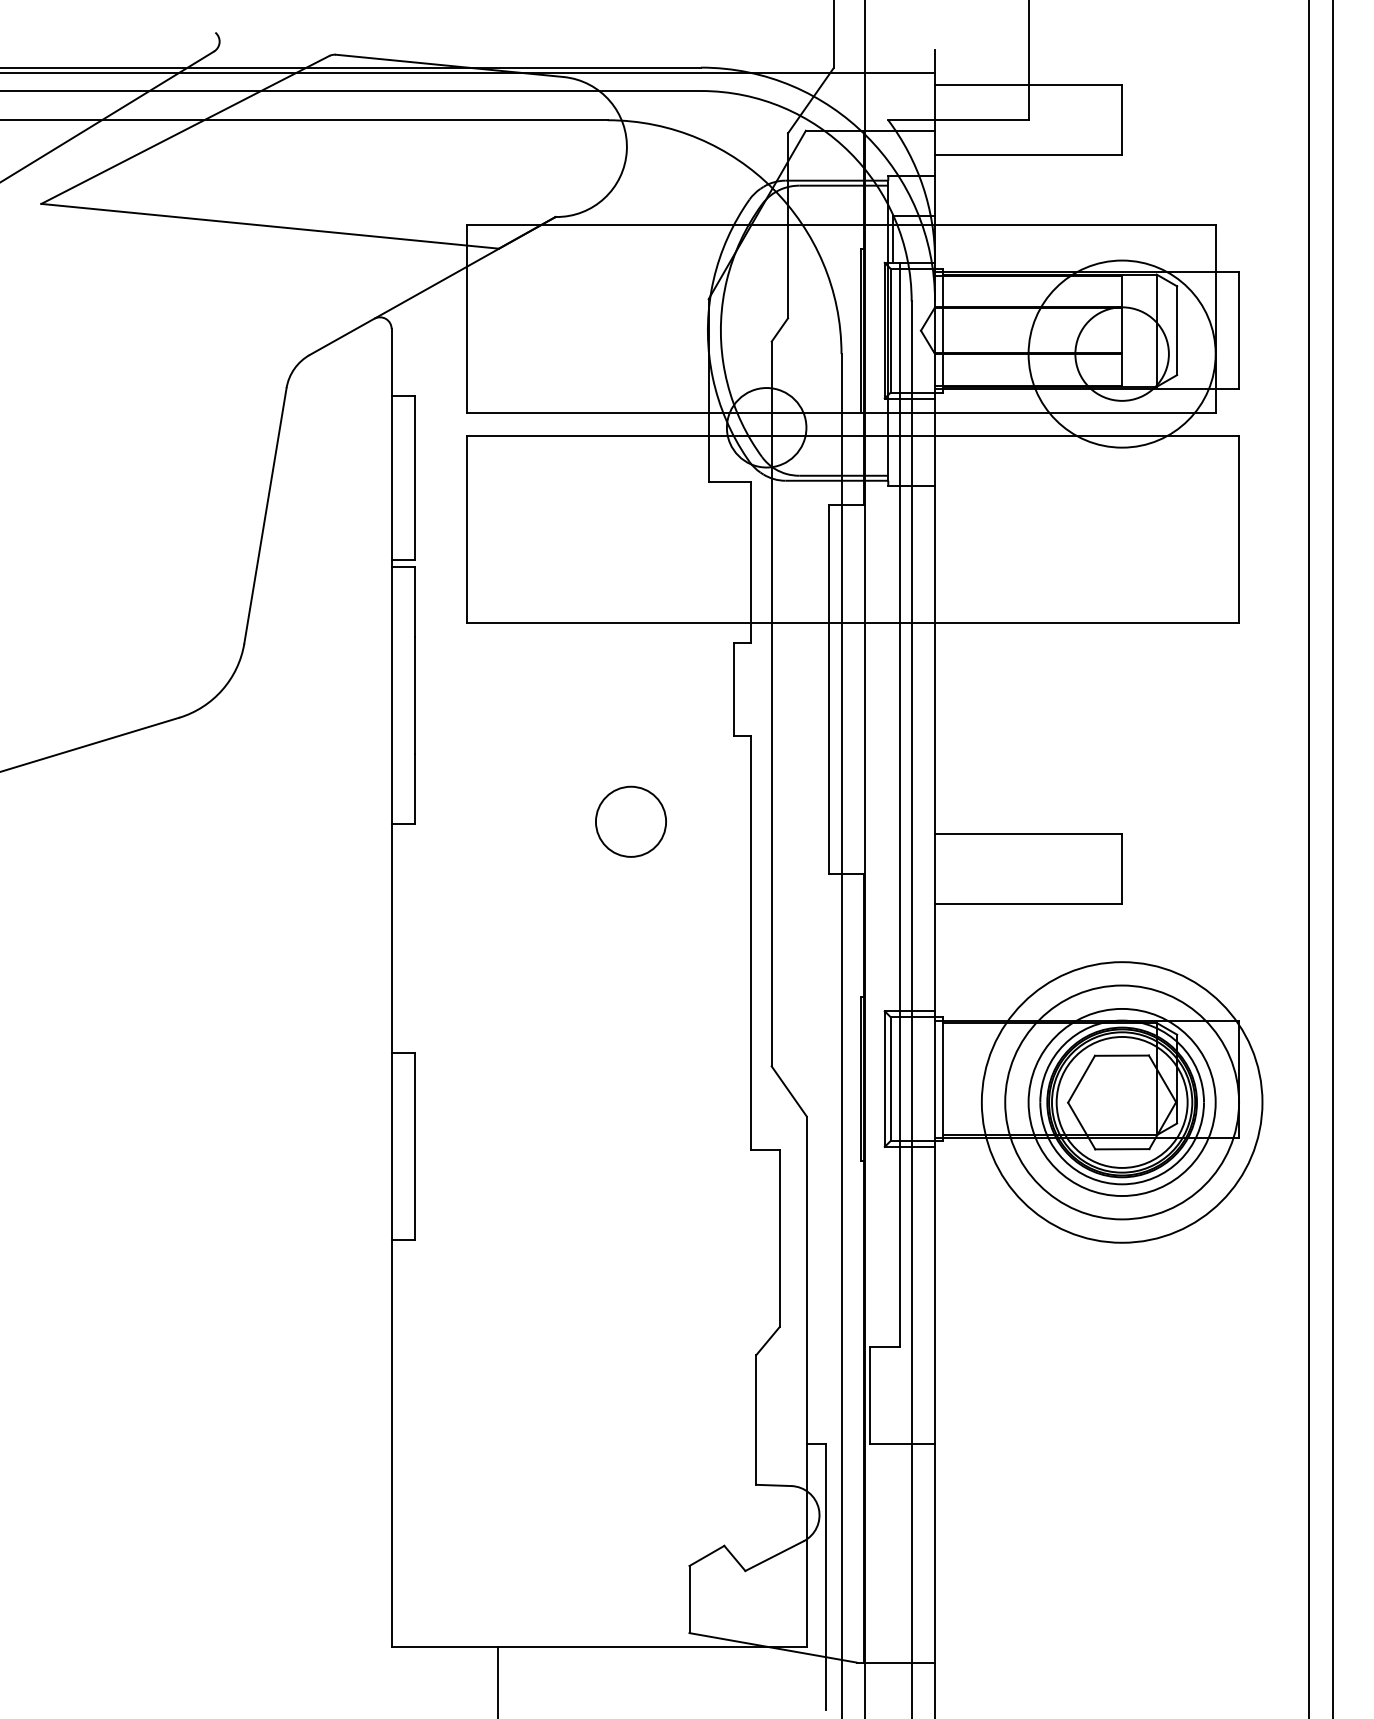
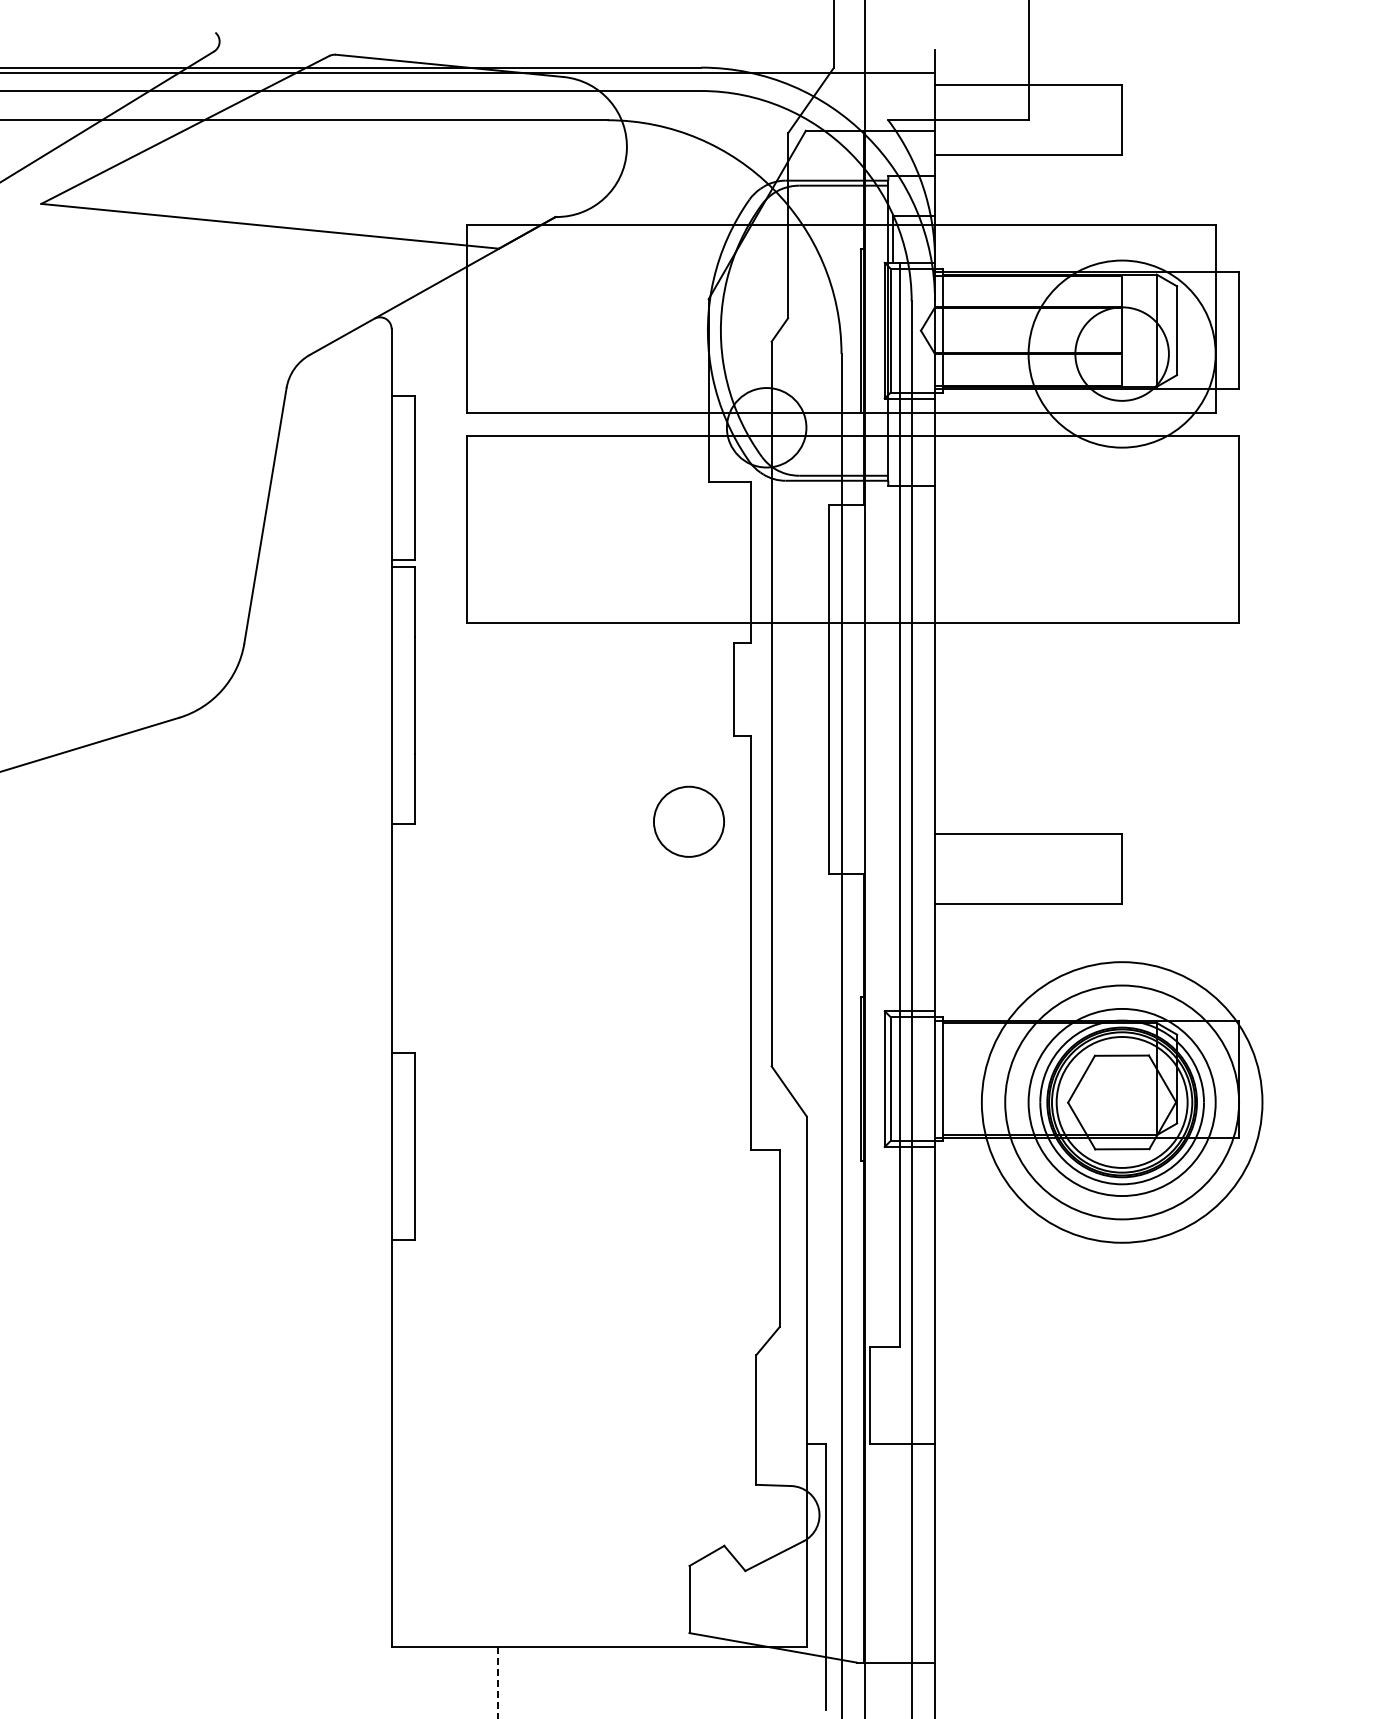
circle at (630, 821) position: (630, 821) -> (688, 821)
line at (1309, 858): present -> none
line at (1332, 858): present -> none
line at (498, 1683): solid -> dashed
